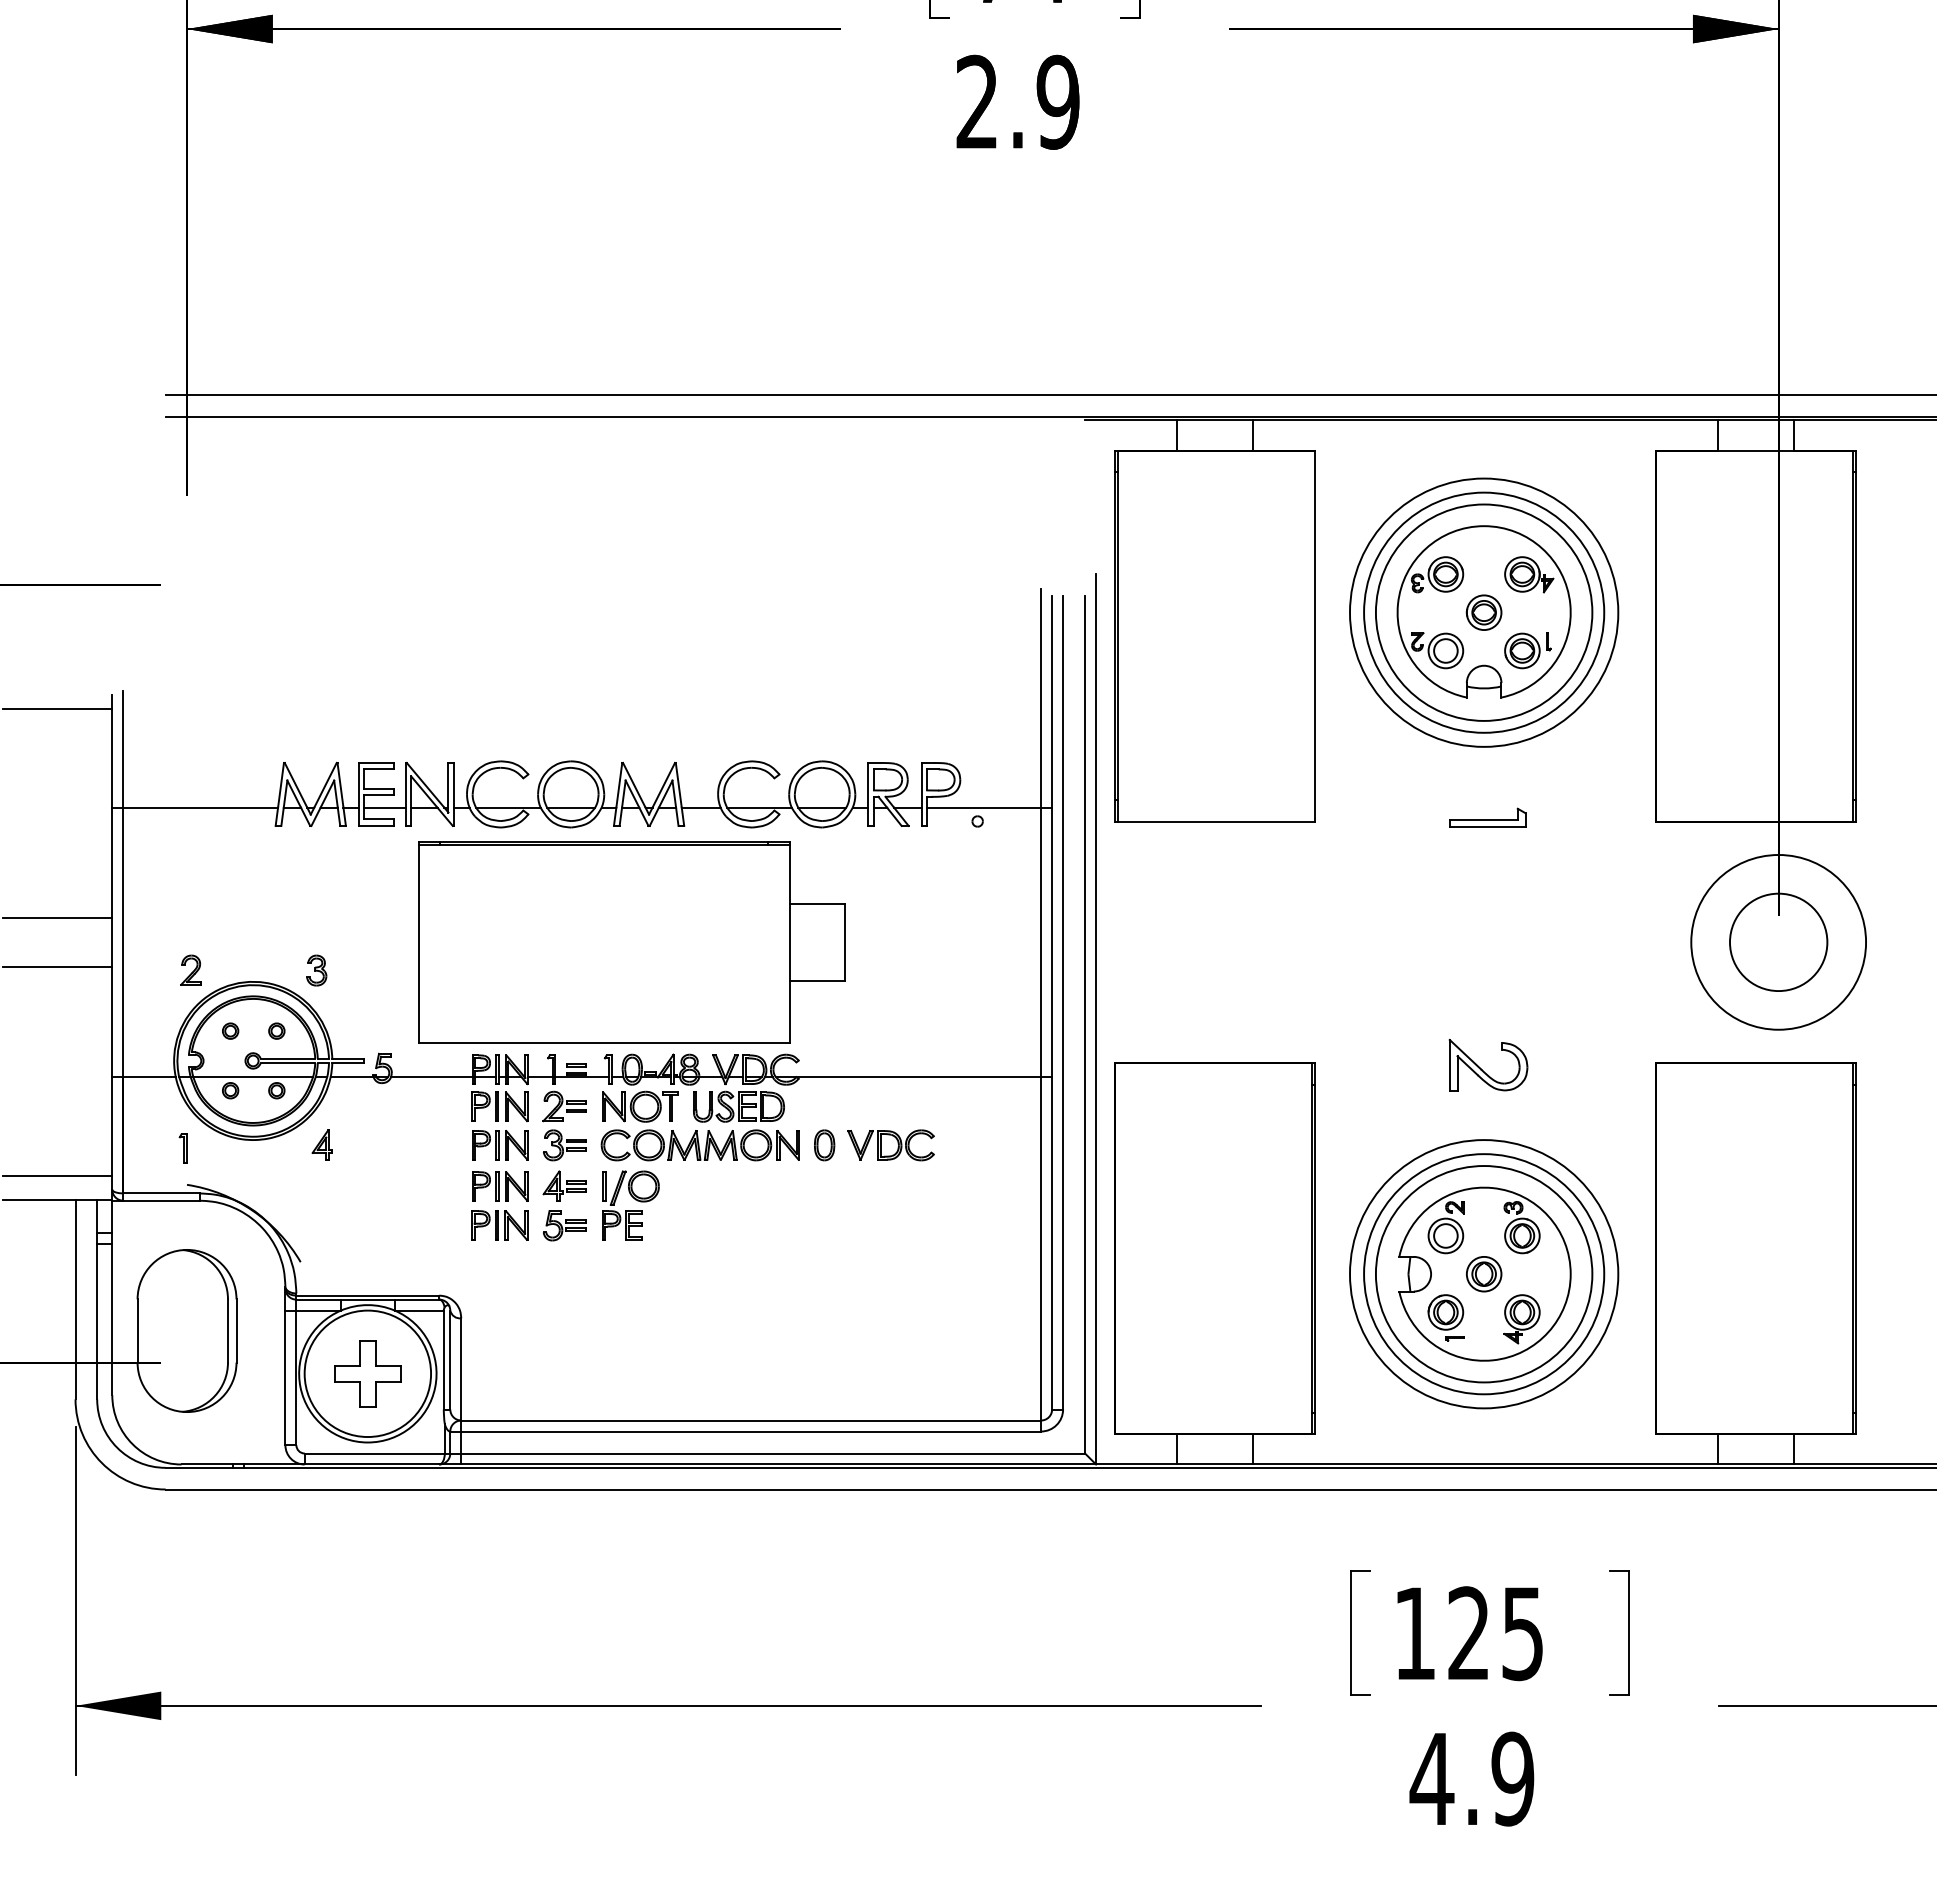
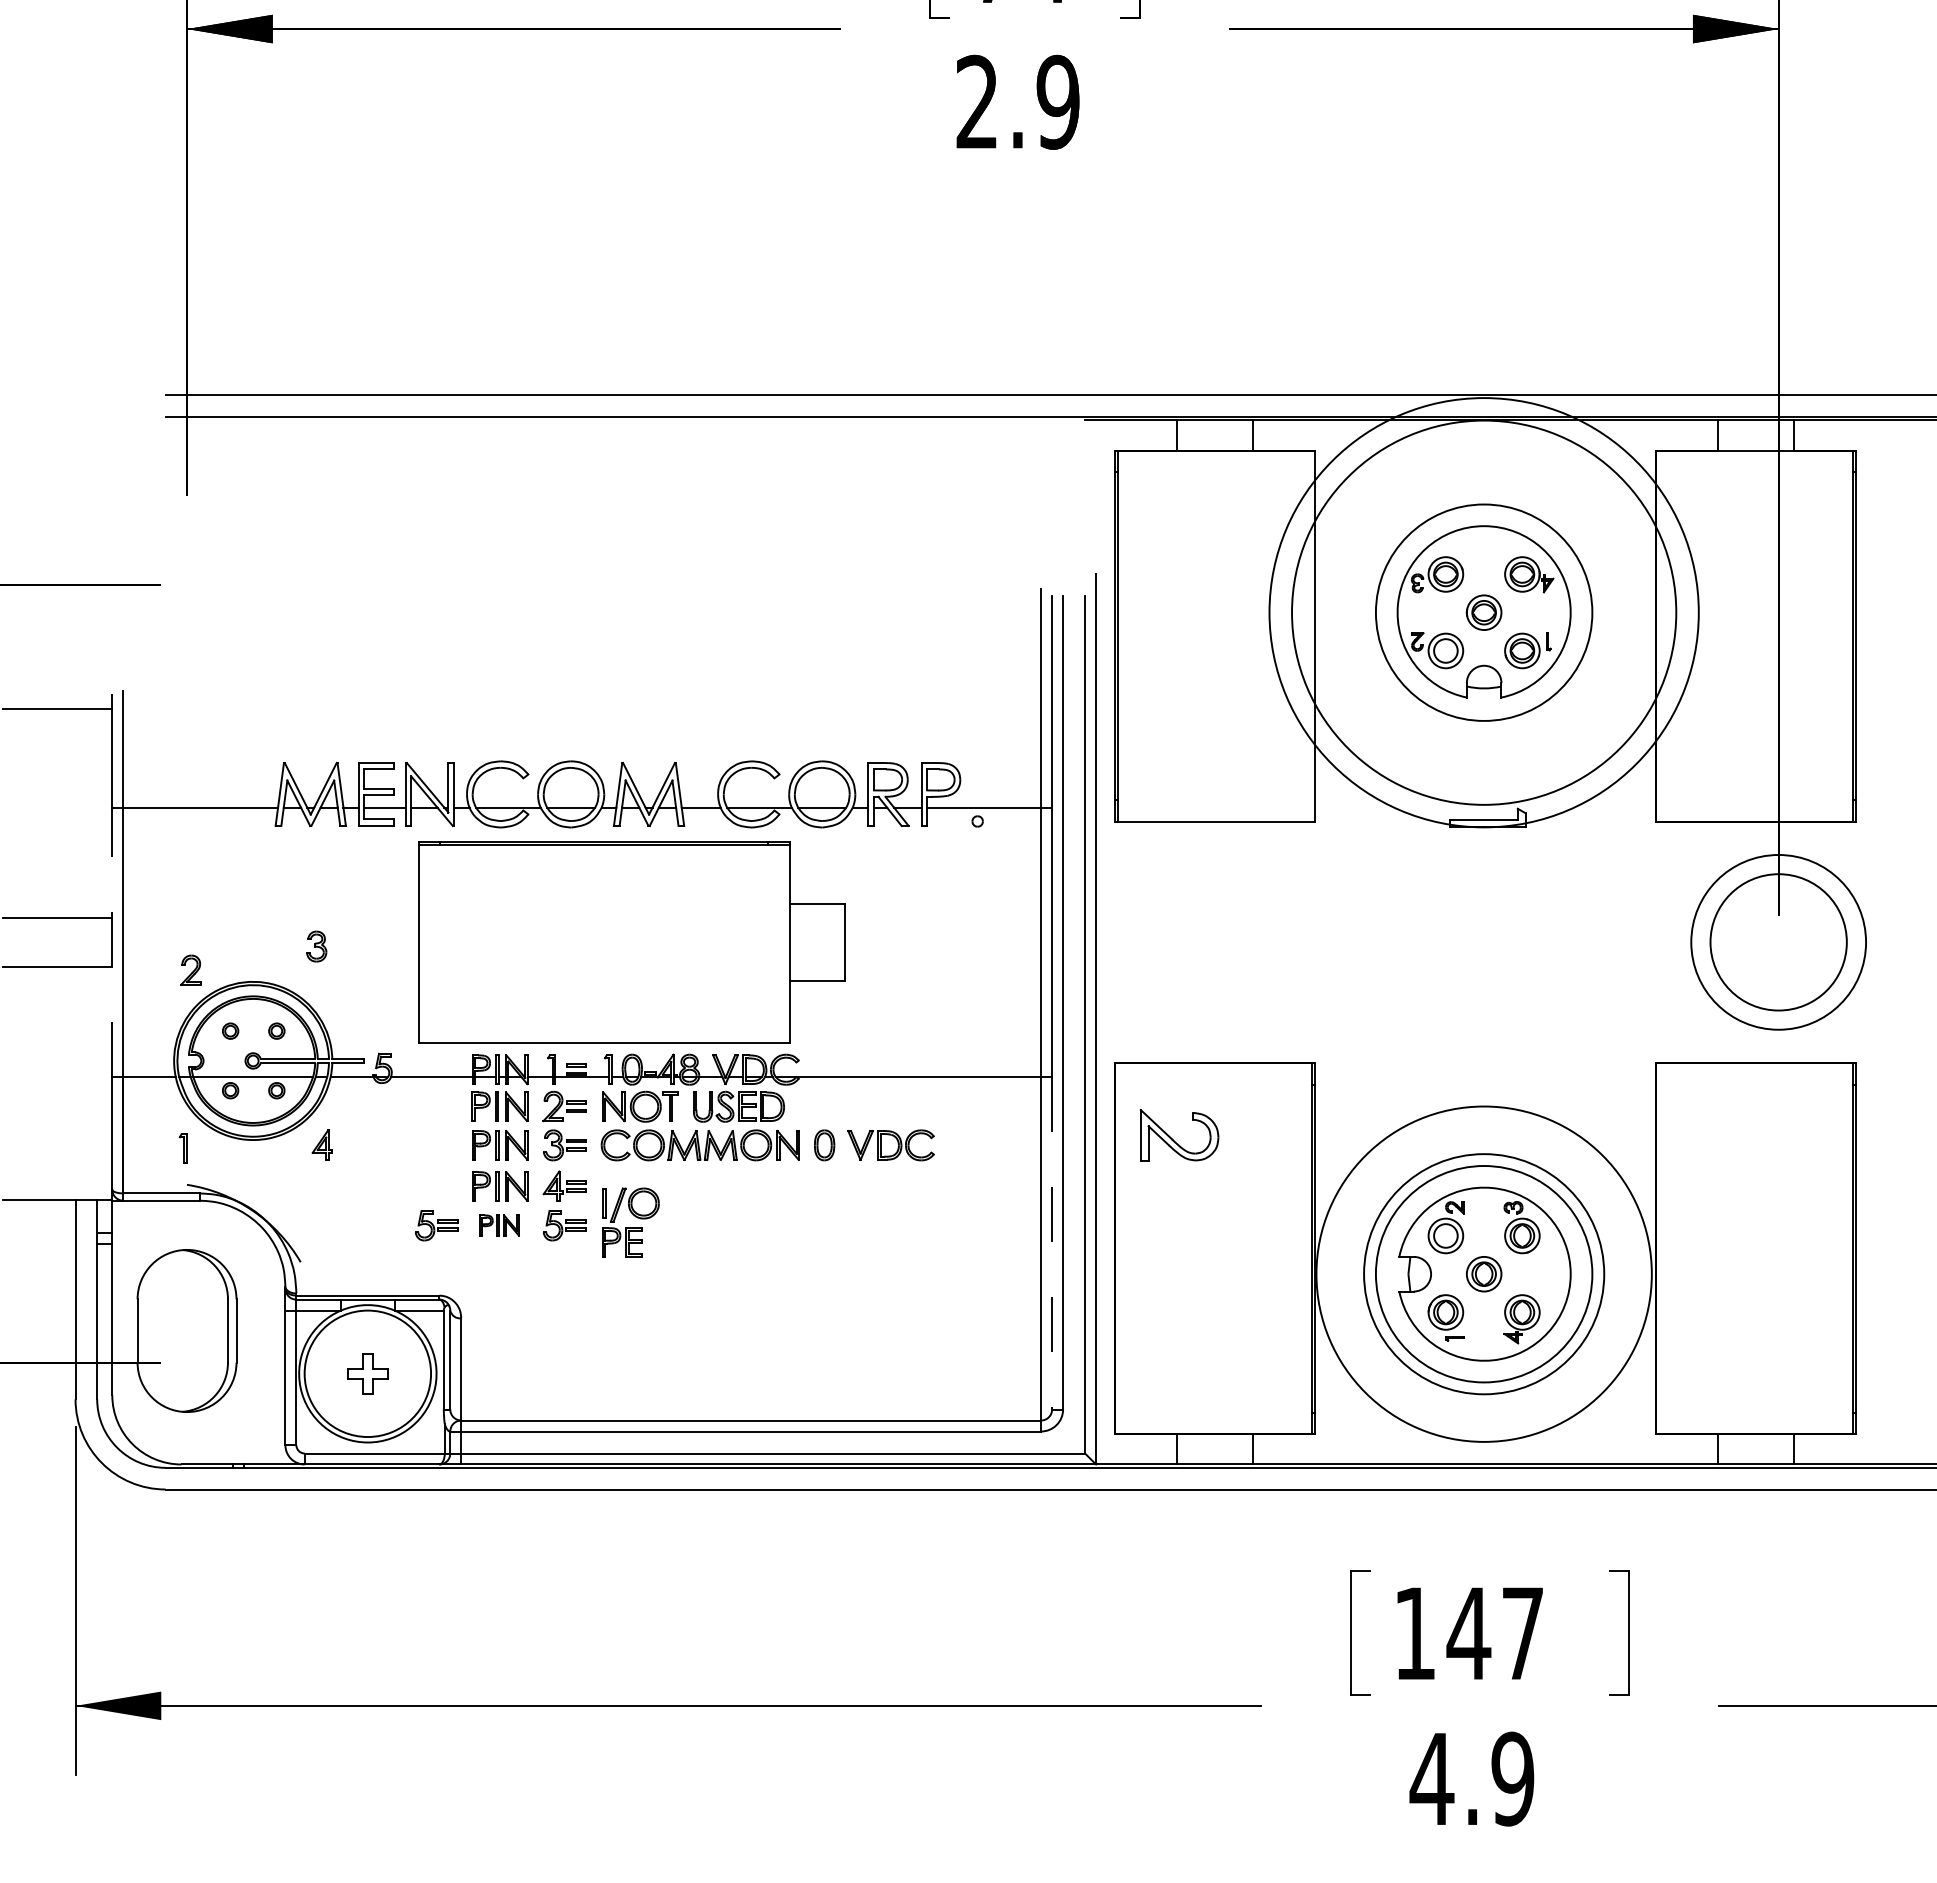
circle at (1484, 612) diameter: 240 px -> 384 px
circle at (1484, 612) diameter: 268 px -> 429 px
line at (112, 942): solid -> dashed
circle at (1778, 942) diameter: 97 px -> 136 px
part at (316, 970) position: (316, 970) -> (316, 946)
part at (1482, 1069) position: (1482, 1069) -> (1173, 1139)
line at (57, 1175): present -> none
part at (630, 1205) position: (630, 1205) -> (630, 1222)
part at (436, 1225): none -> present
part at (499, 1225) size: 58x31 px -> 41x23 px
line at (1052, 1243): solid -> dashed
circle at (1484, 1274) diameter: 268 px -> 335 px
part at (367, 1373) size: 68x68 px -> 42x42 px
text at (1494, 1633): 125 -> 147
